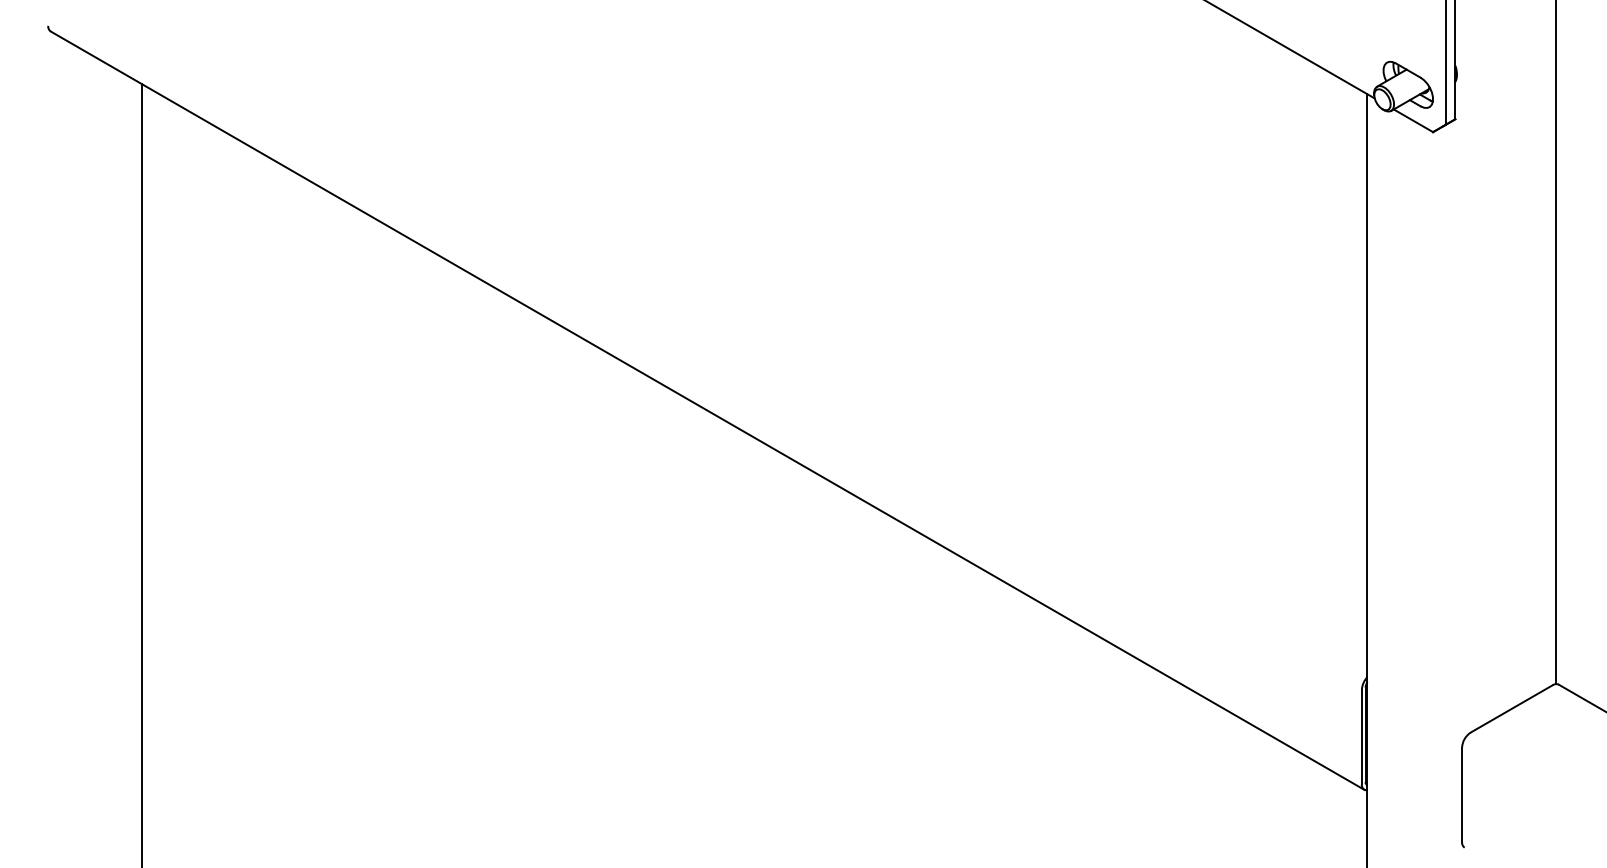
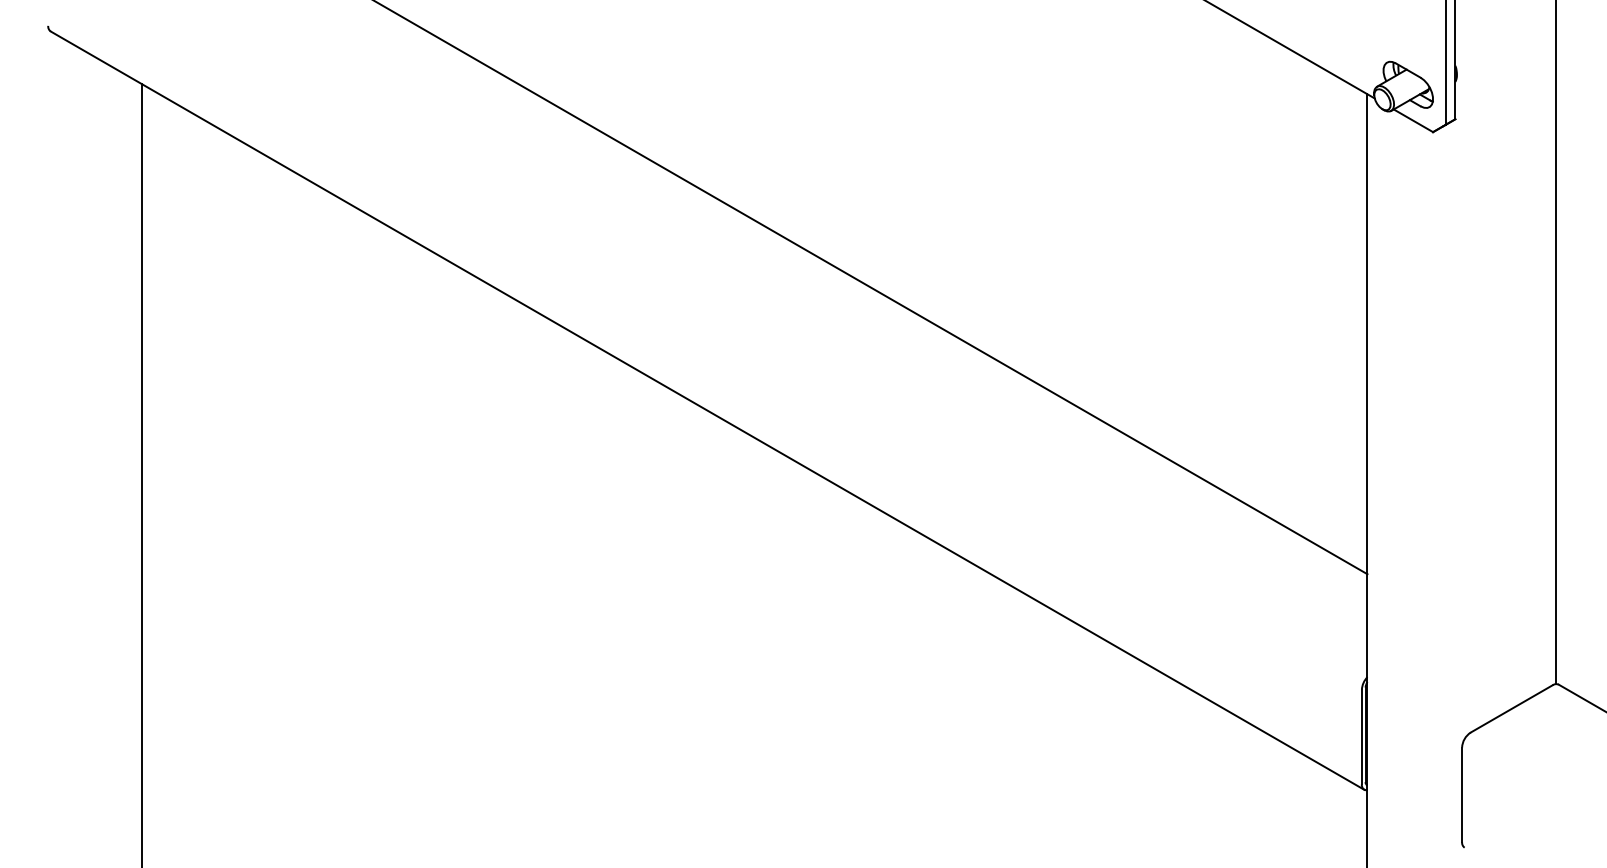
line at (871, 288): none -> present
